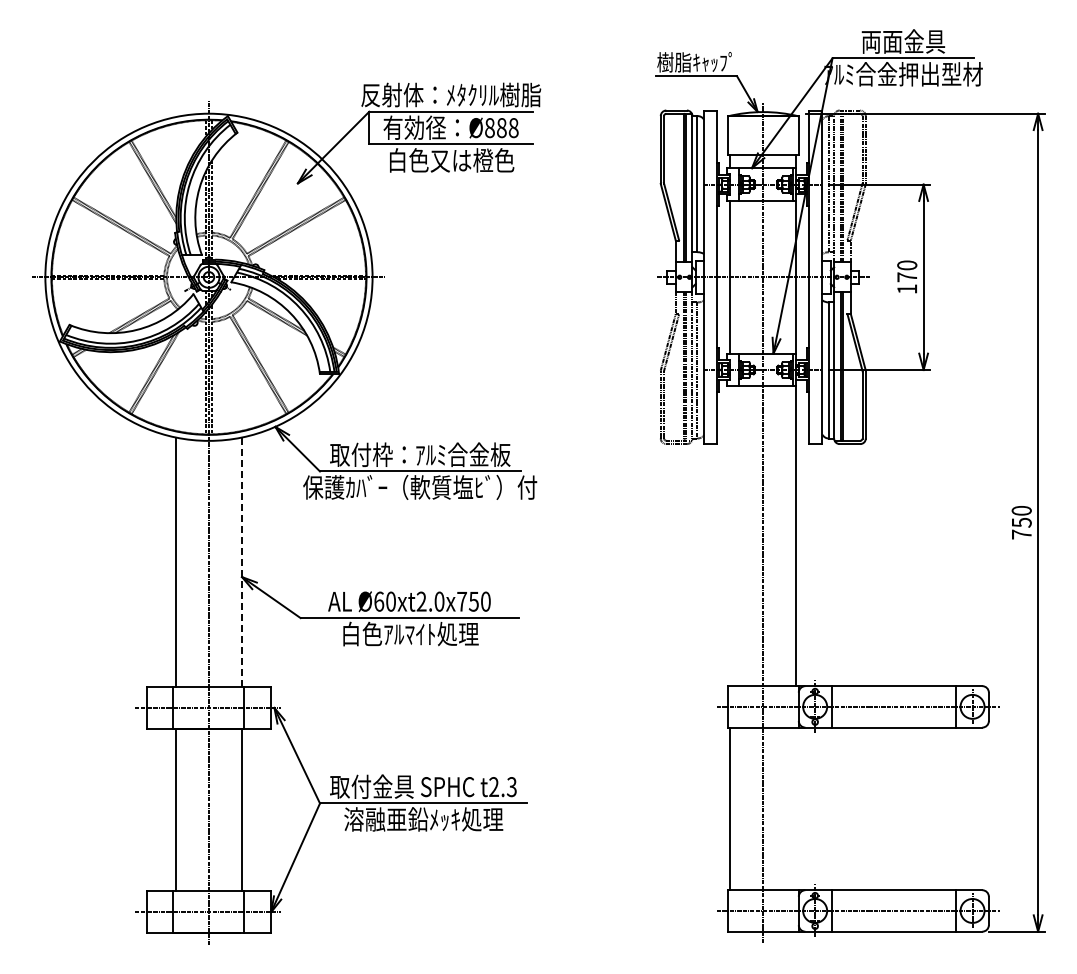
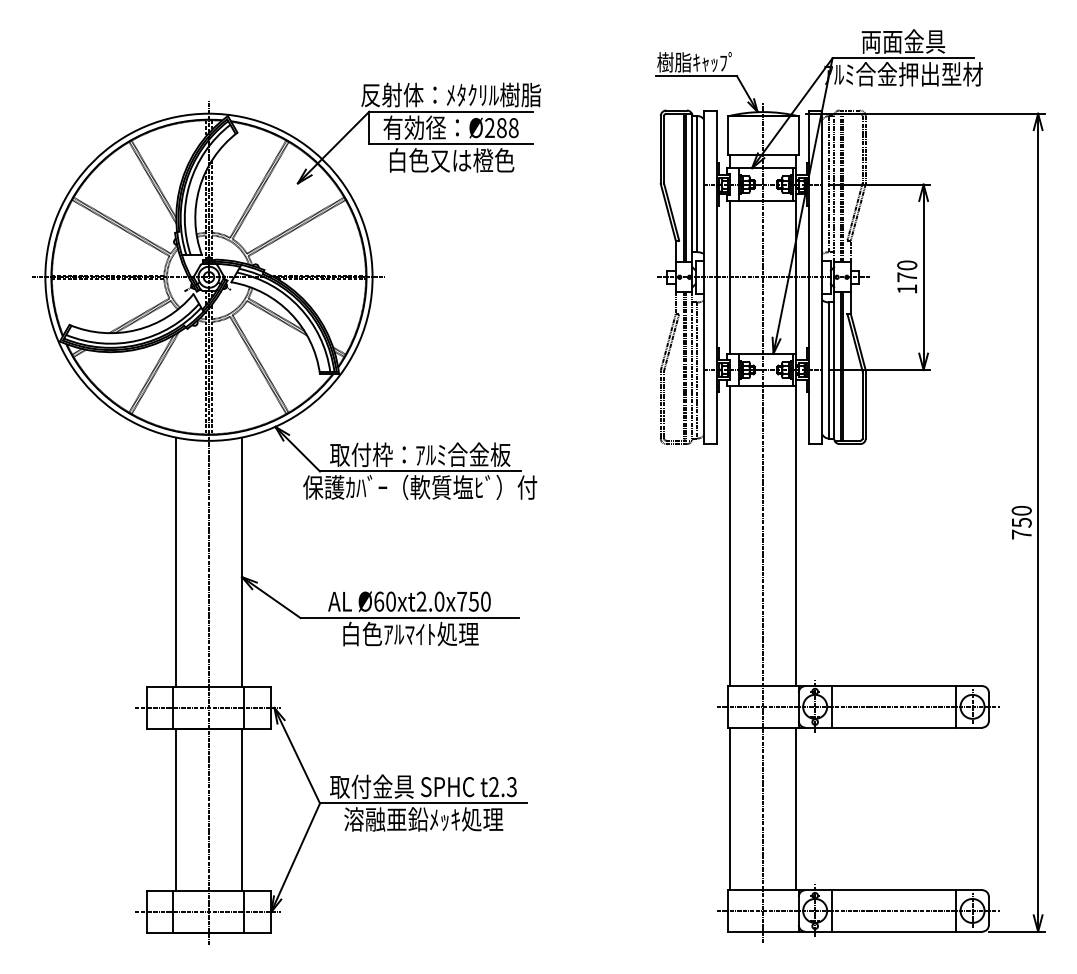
text at (489, 128): Ø888 -> Ø288
line at (730, 536): none -> present
line at (241, 562): dashed -> solid
line at (796, 808): none -> present
